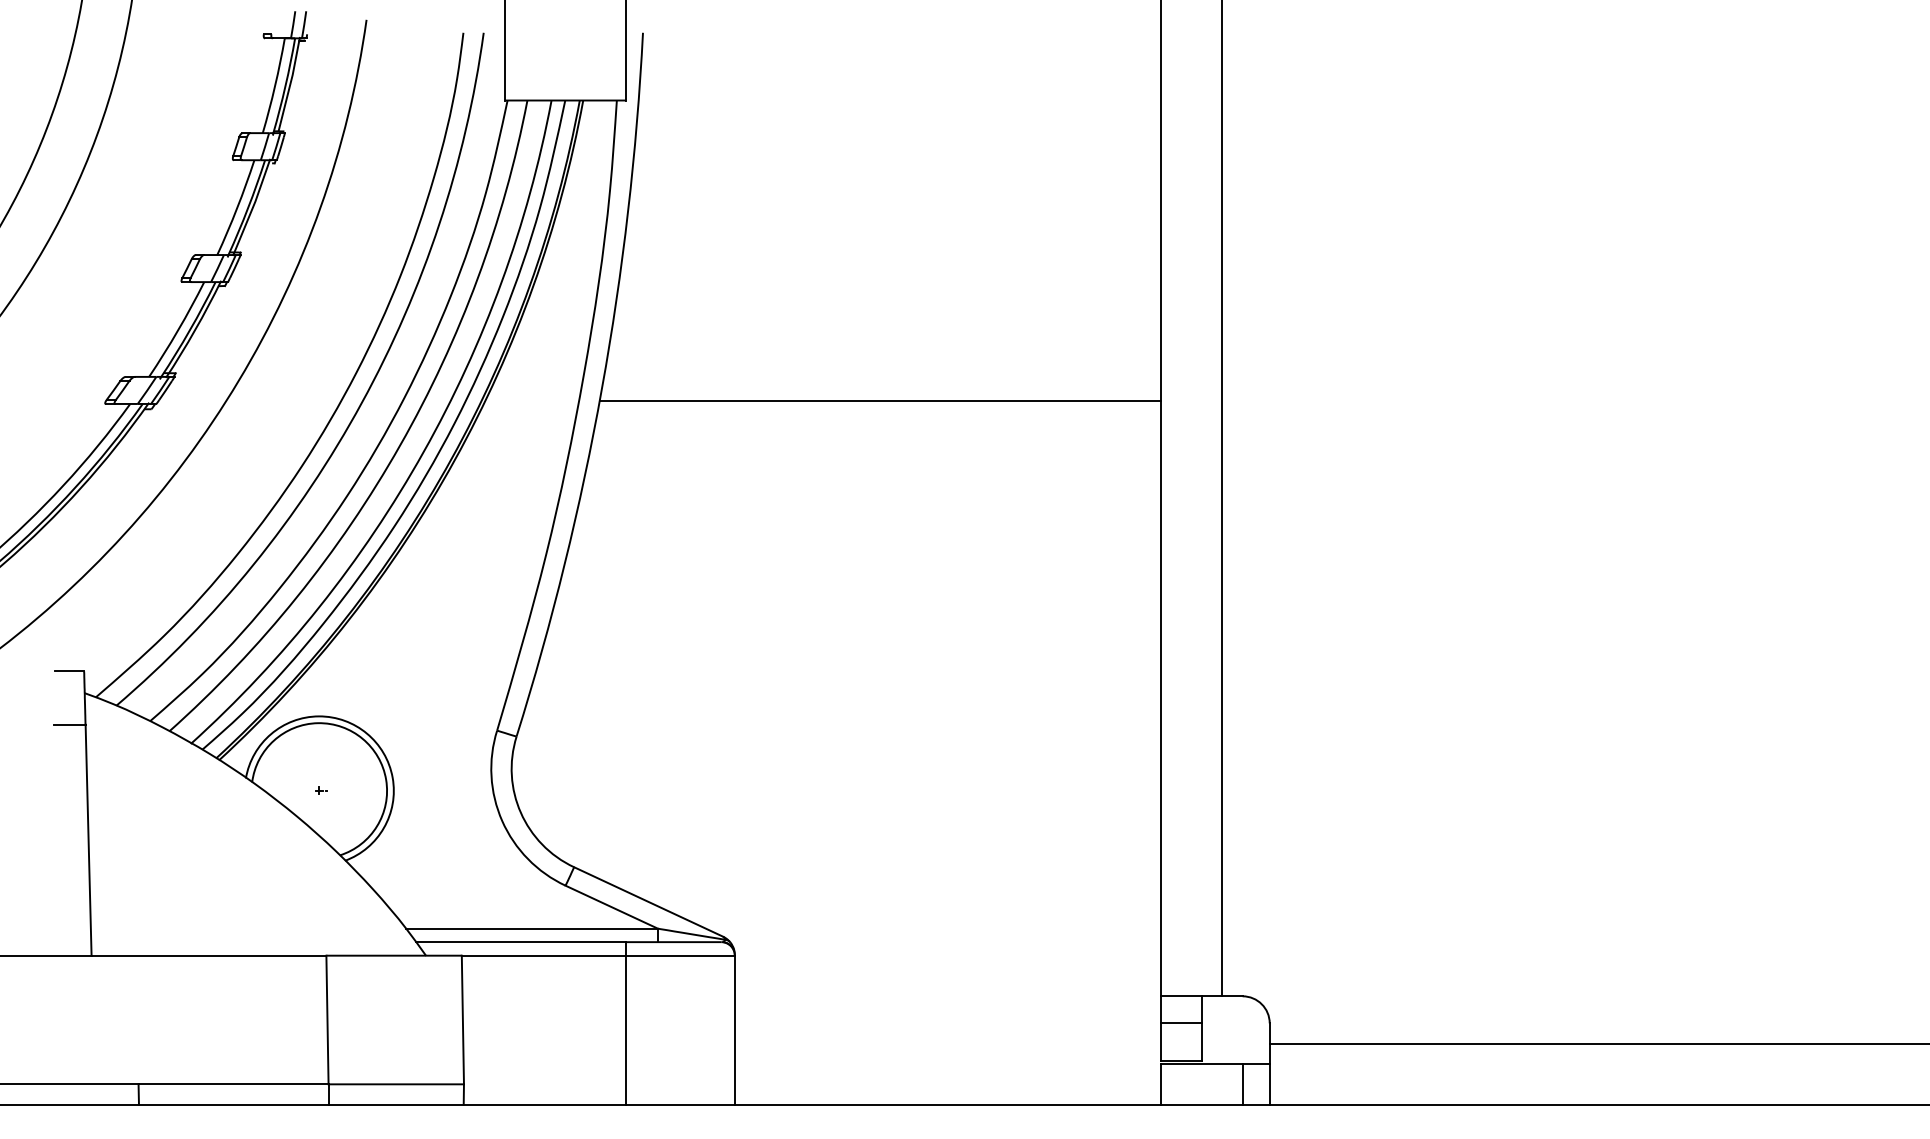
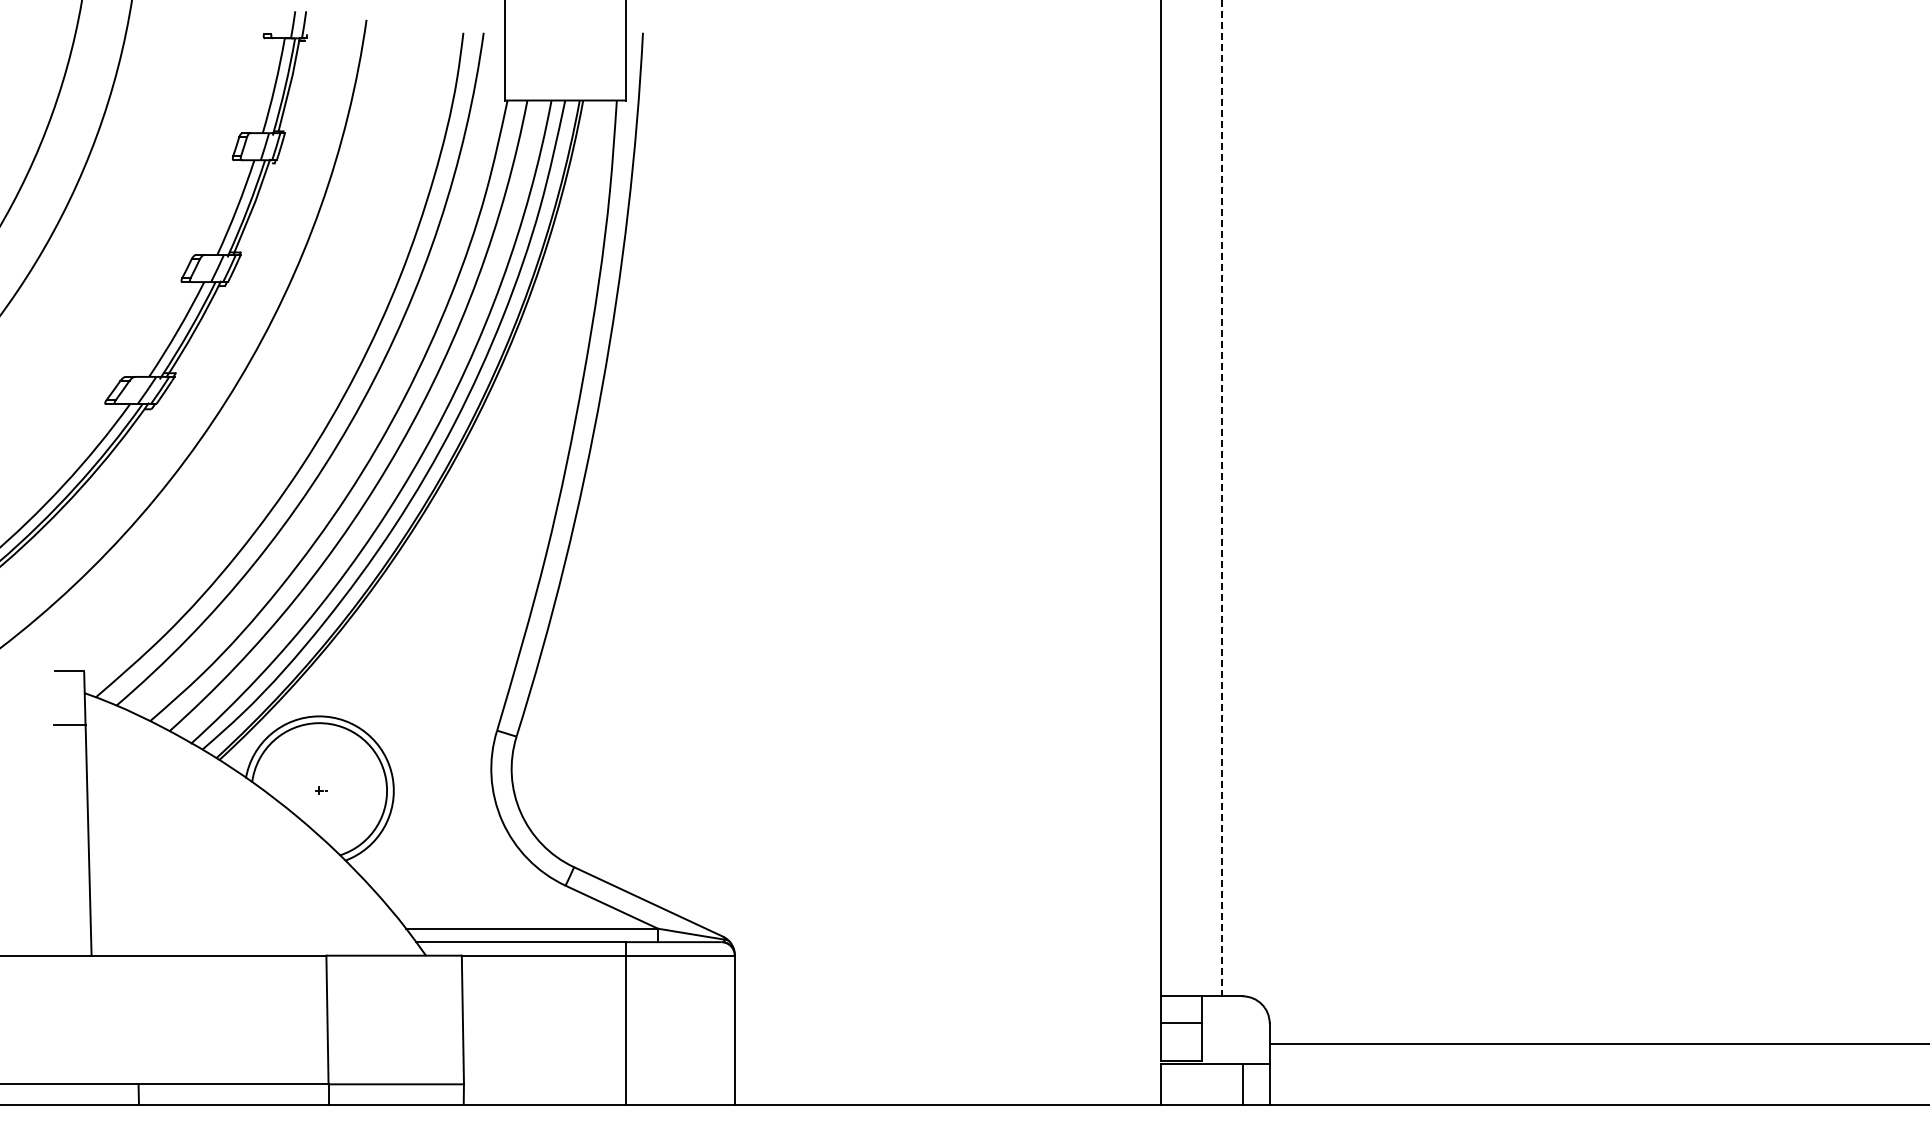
line at (880, 401): present -> none
line at (1222, 498): solid -> dashed
